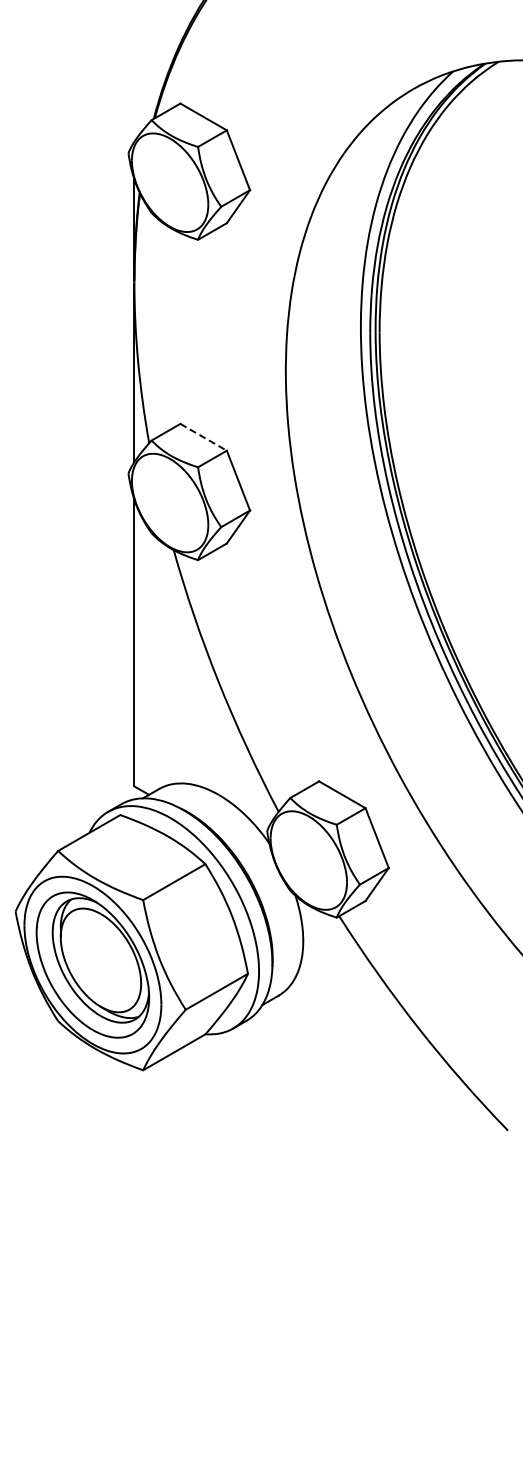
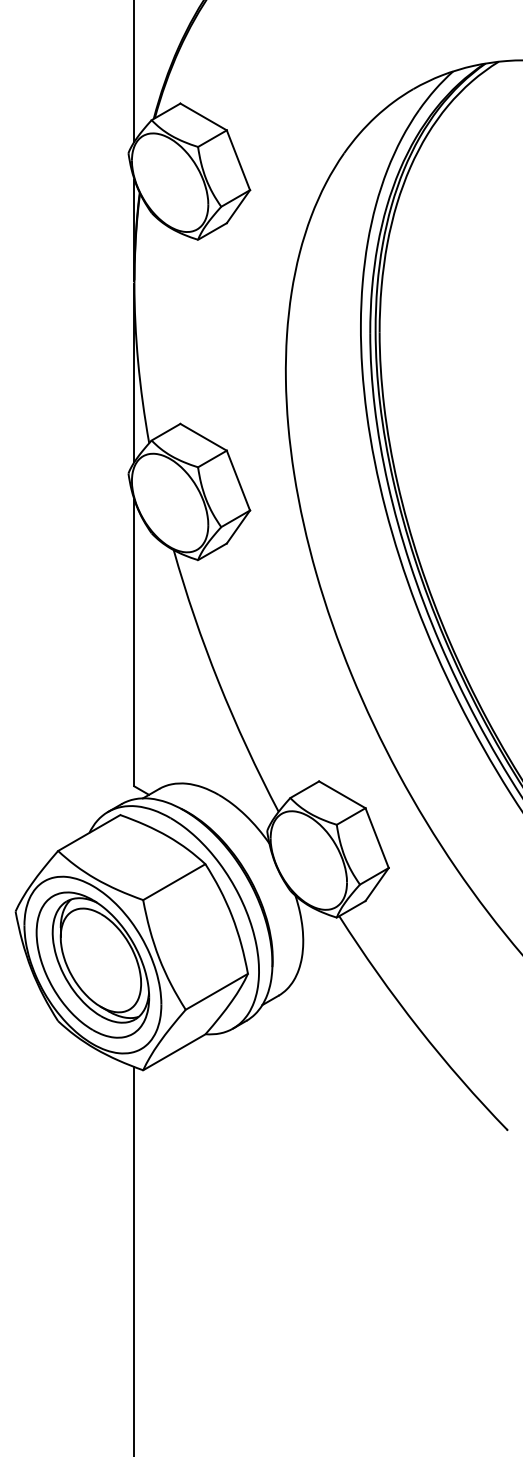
line at (134, 71): none -> present
line at (203, 437): dashed -> solid
line at (134, 1260): none -> present
